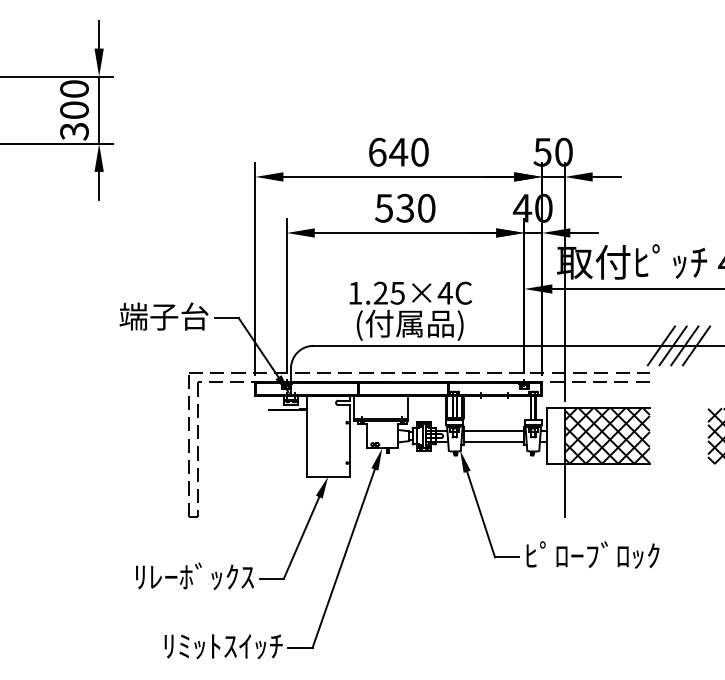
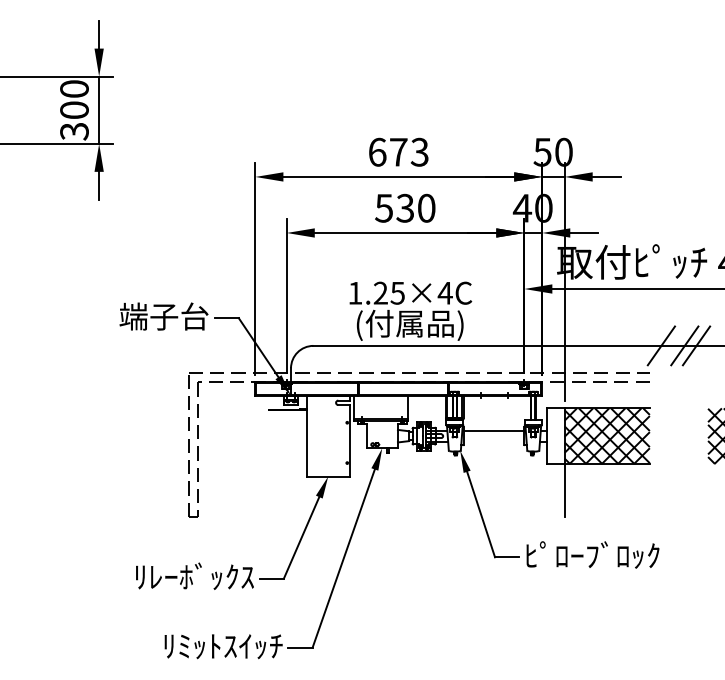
text at (408, 151): 640 -> 673
line at (672, 345): present -> none
line at (493, 441): present -> none
